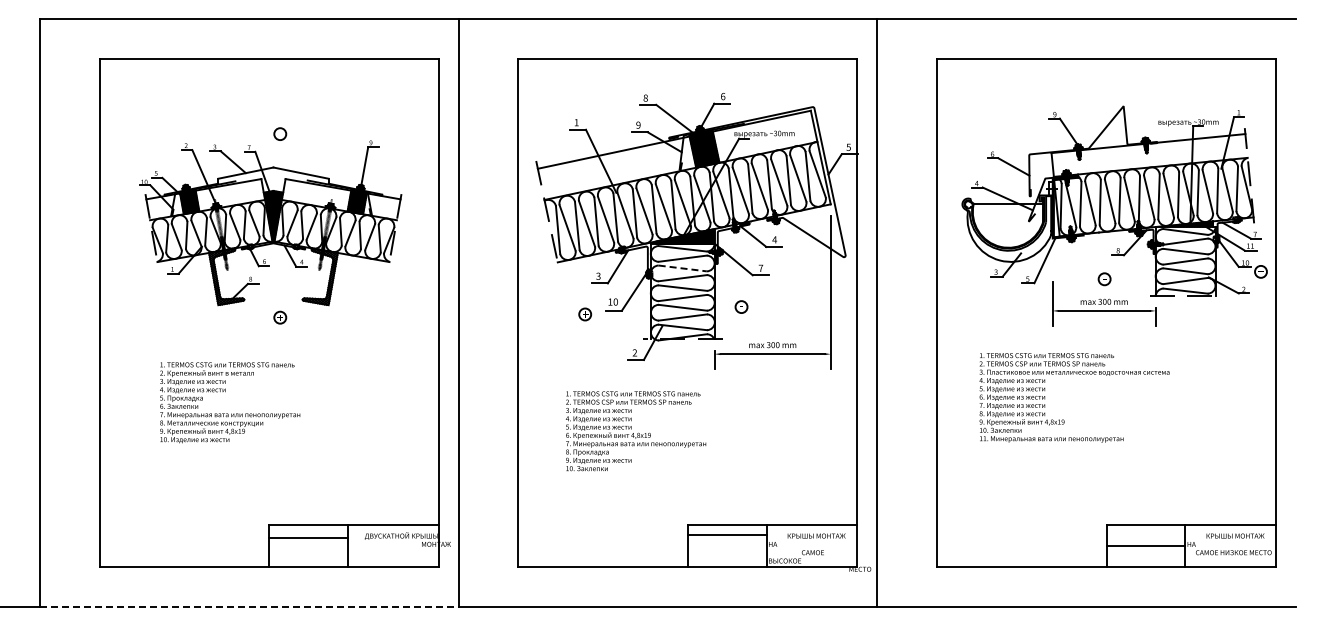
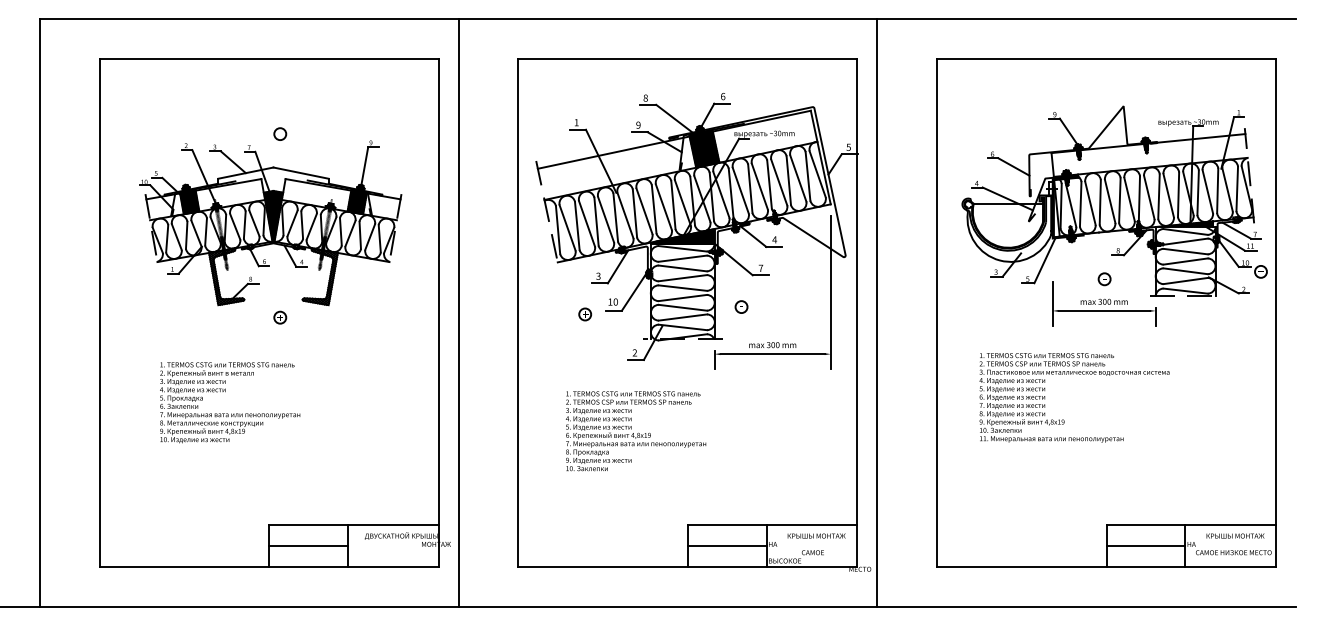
line at (683, 268): dashed -> solid
line at (726, 535) position: (726, 535) -> (726, 546)
line at (308, 538) position: (308, 538) -> (308, 546)
line at (249, 607): dashed -> solid
